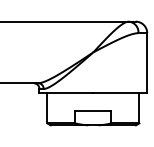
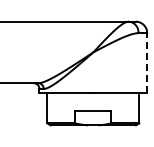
line at (147, 63): solid -> dashed
